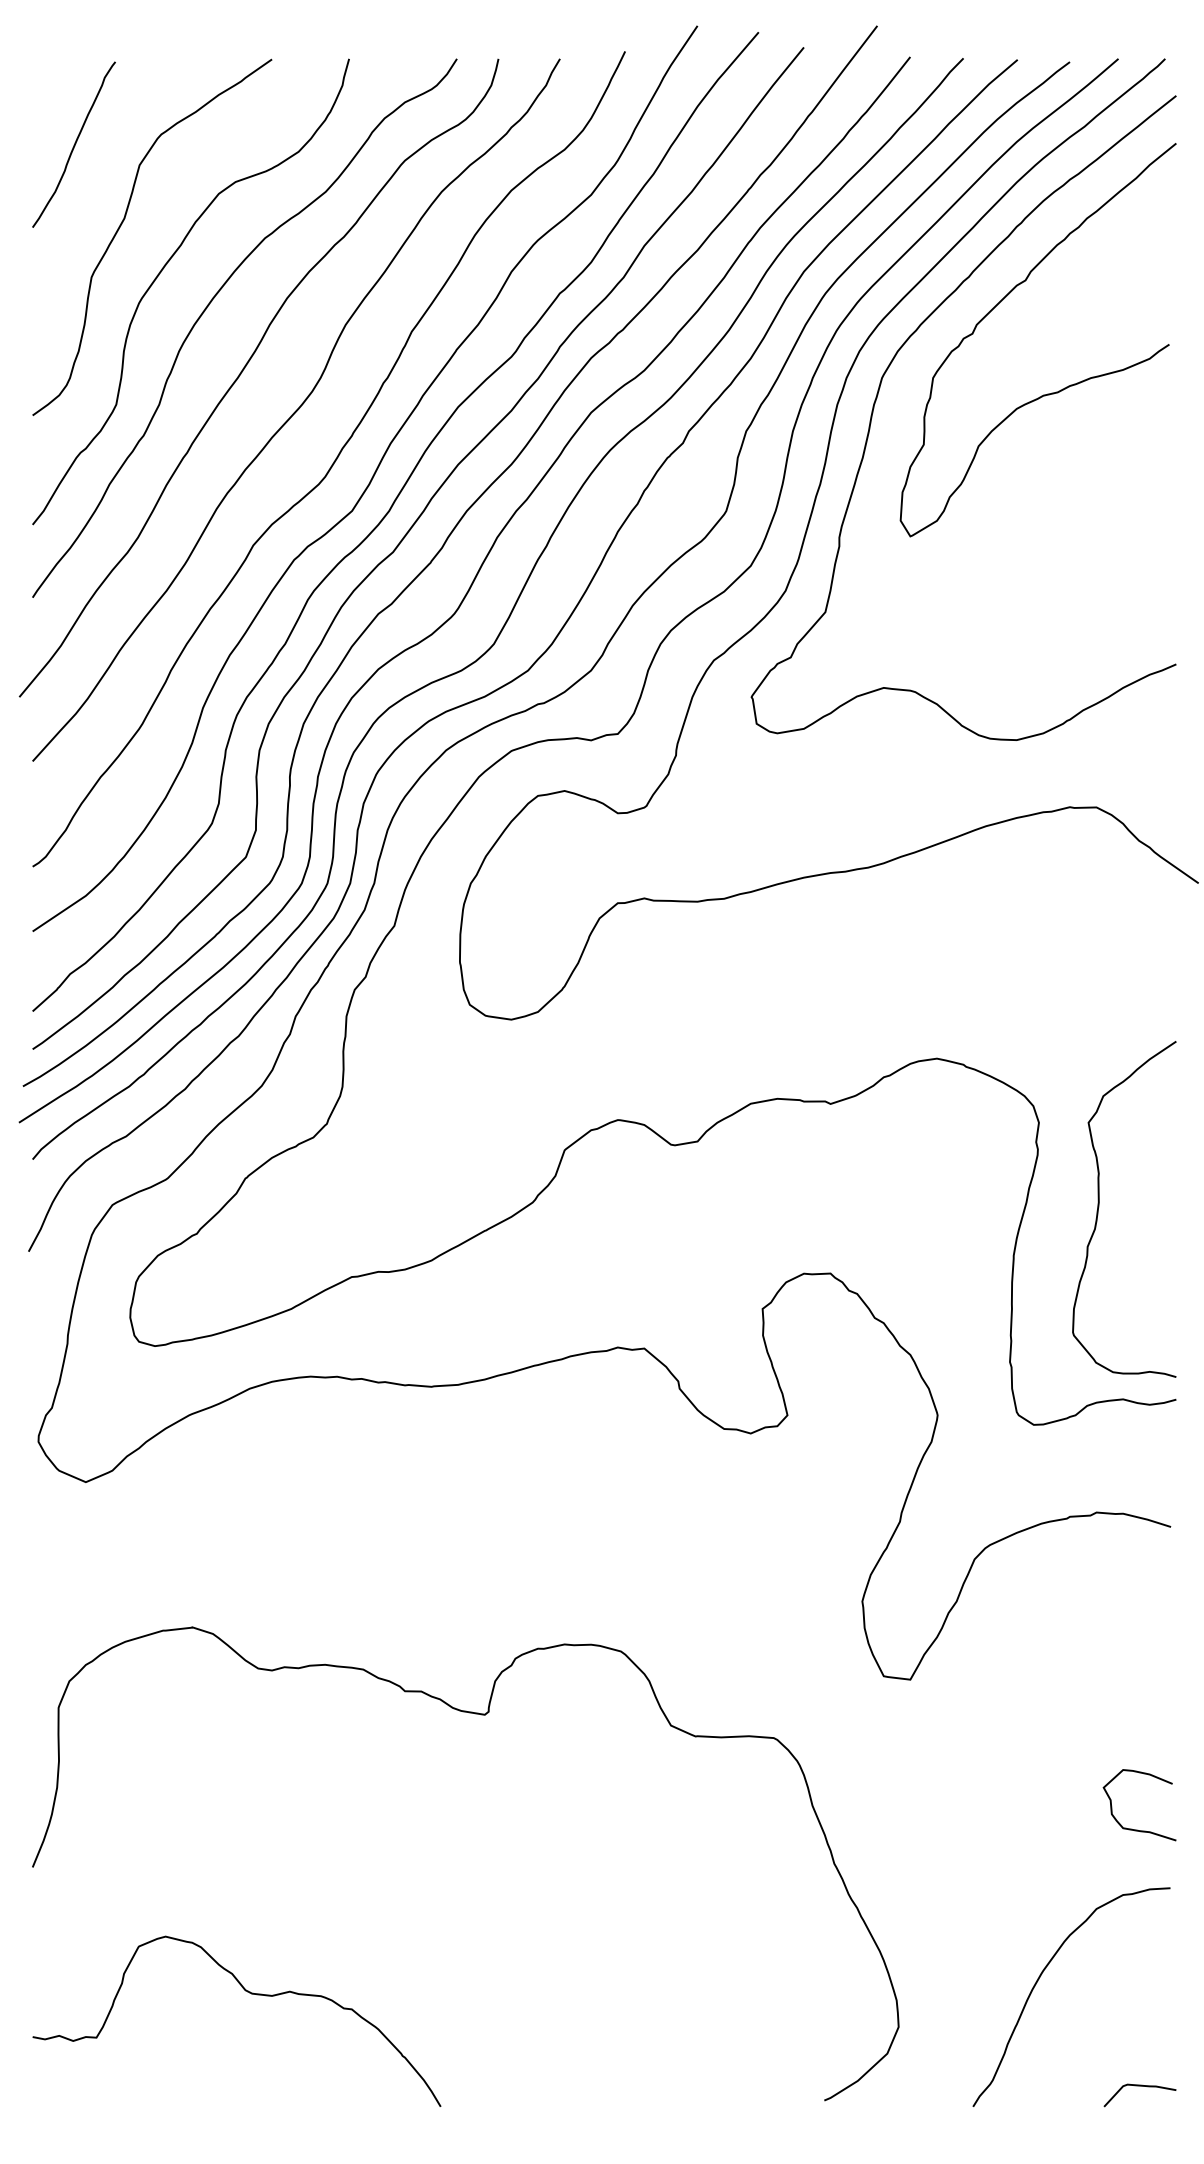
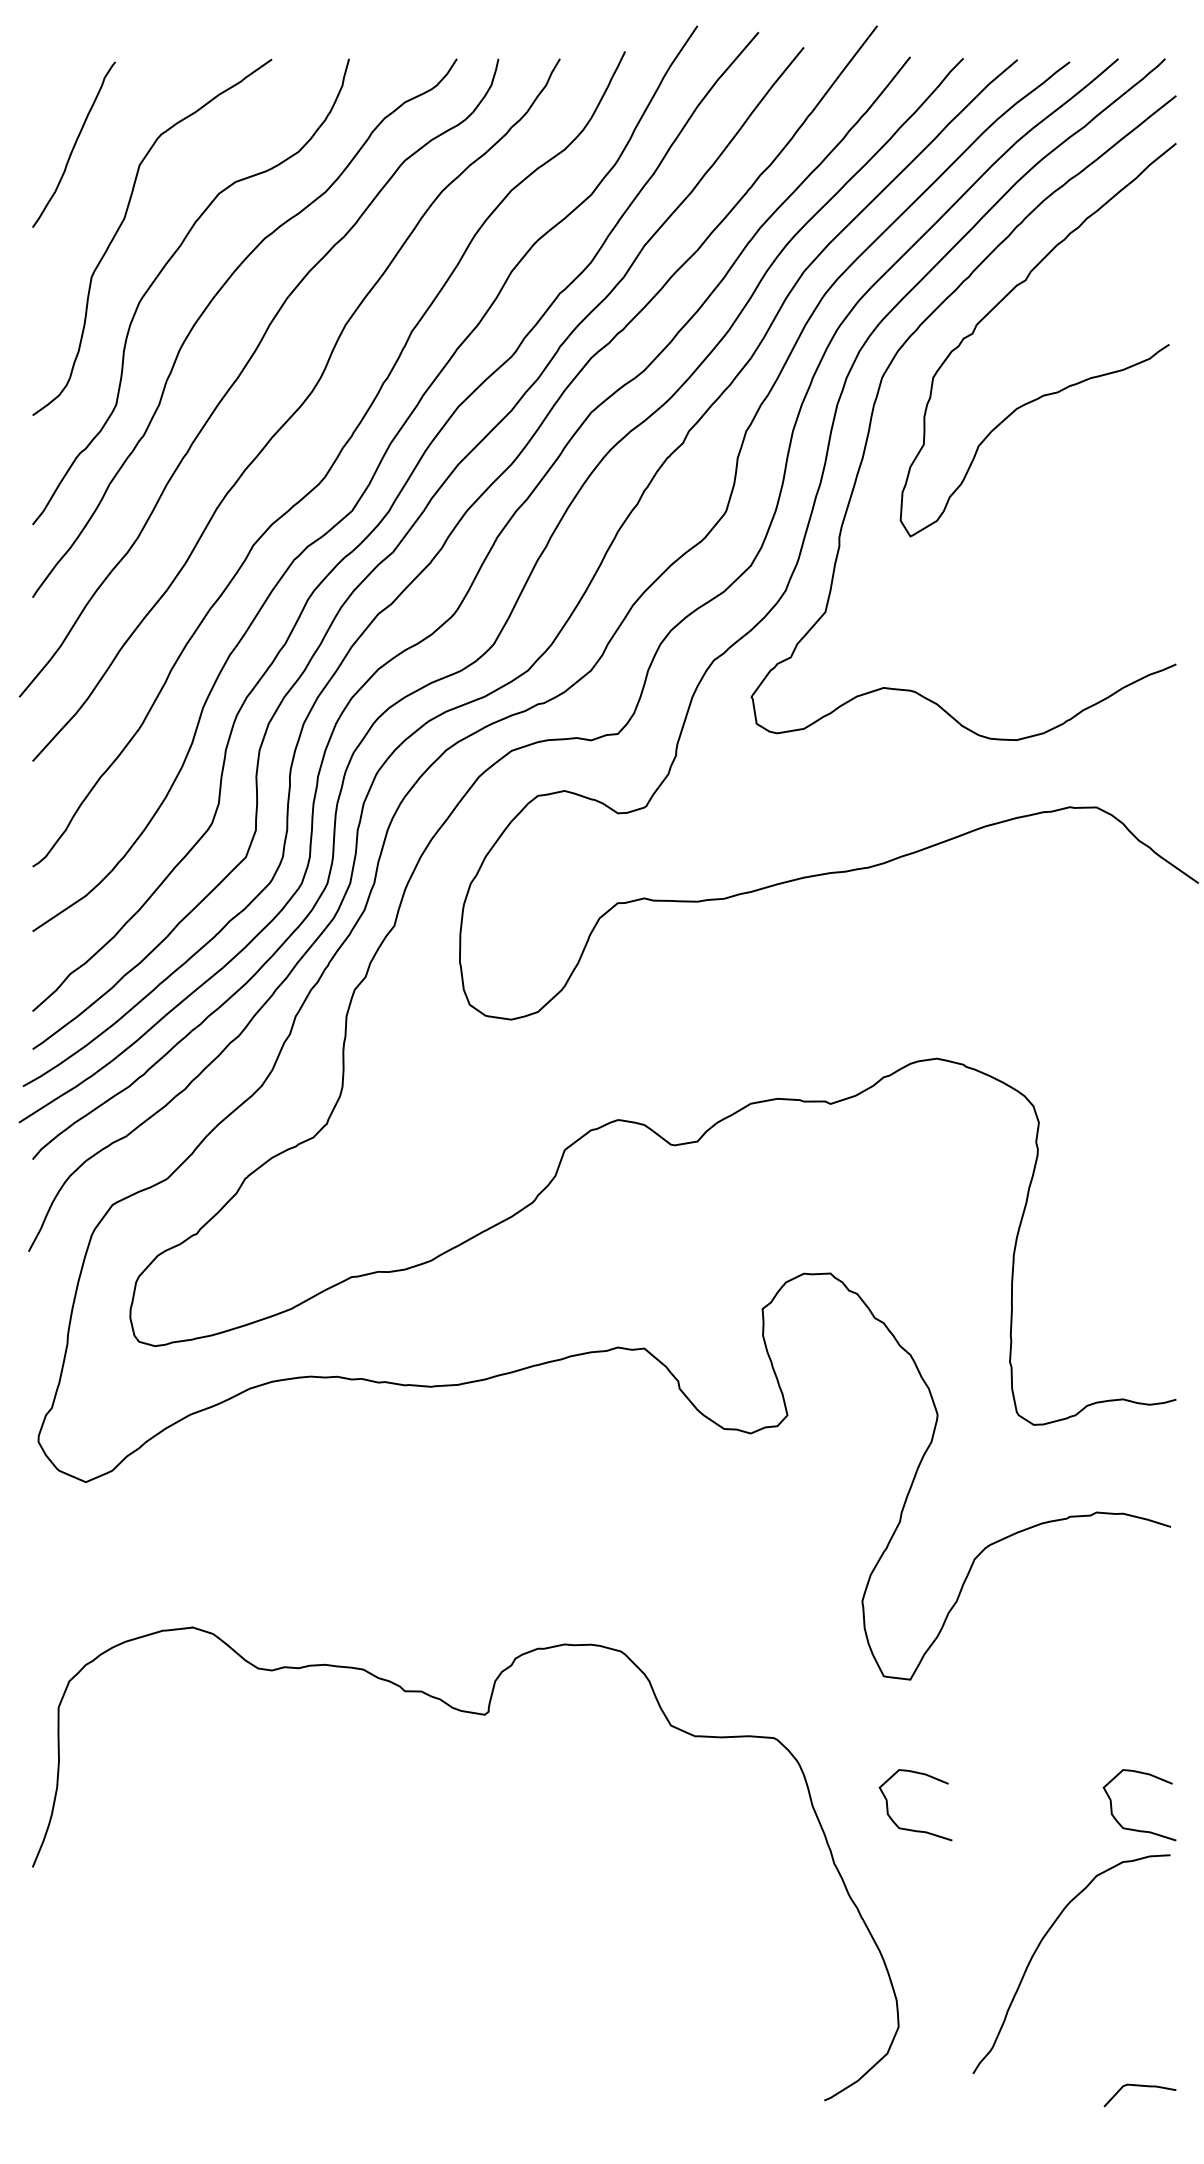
curve at (1099, 1207): present -> none
curve at (913, 1829): none -> present
curve at (1039, 1979) position: (1039, 1979) -> (1039, 1946)
curve at (249, 1993): present -> none
